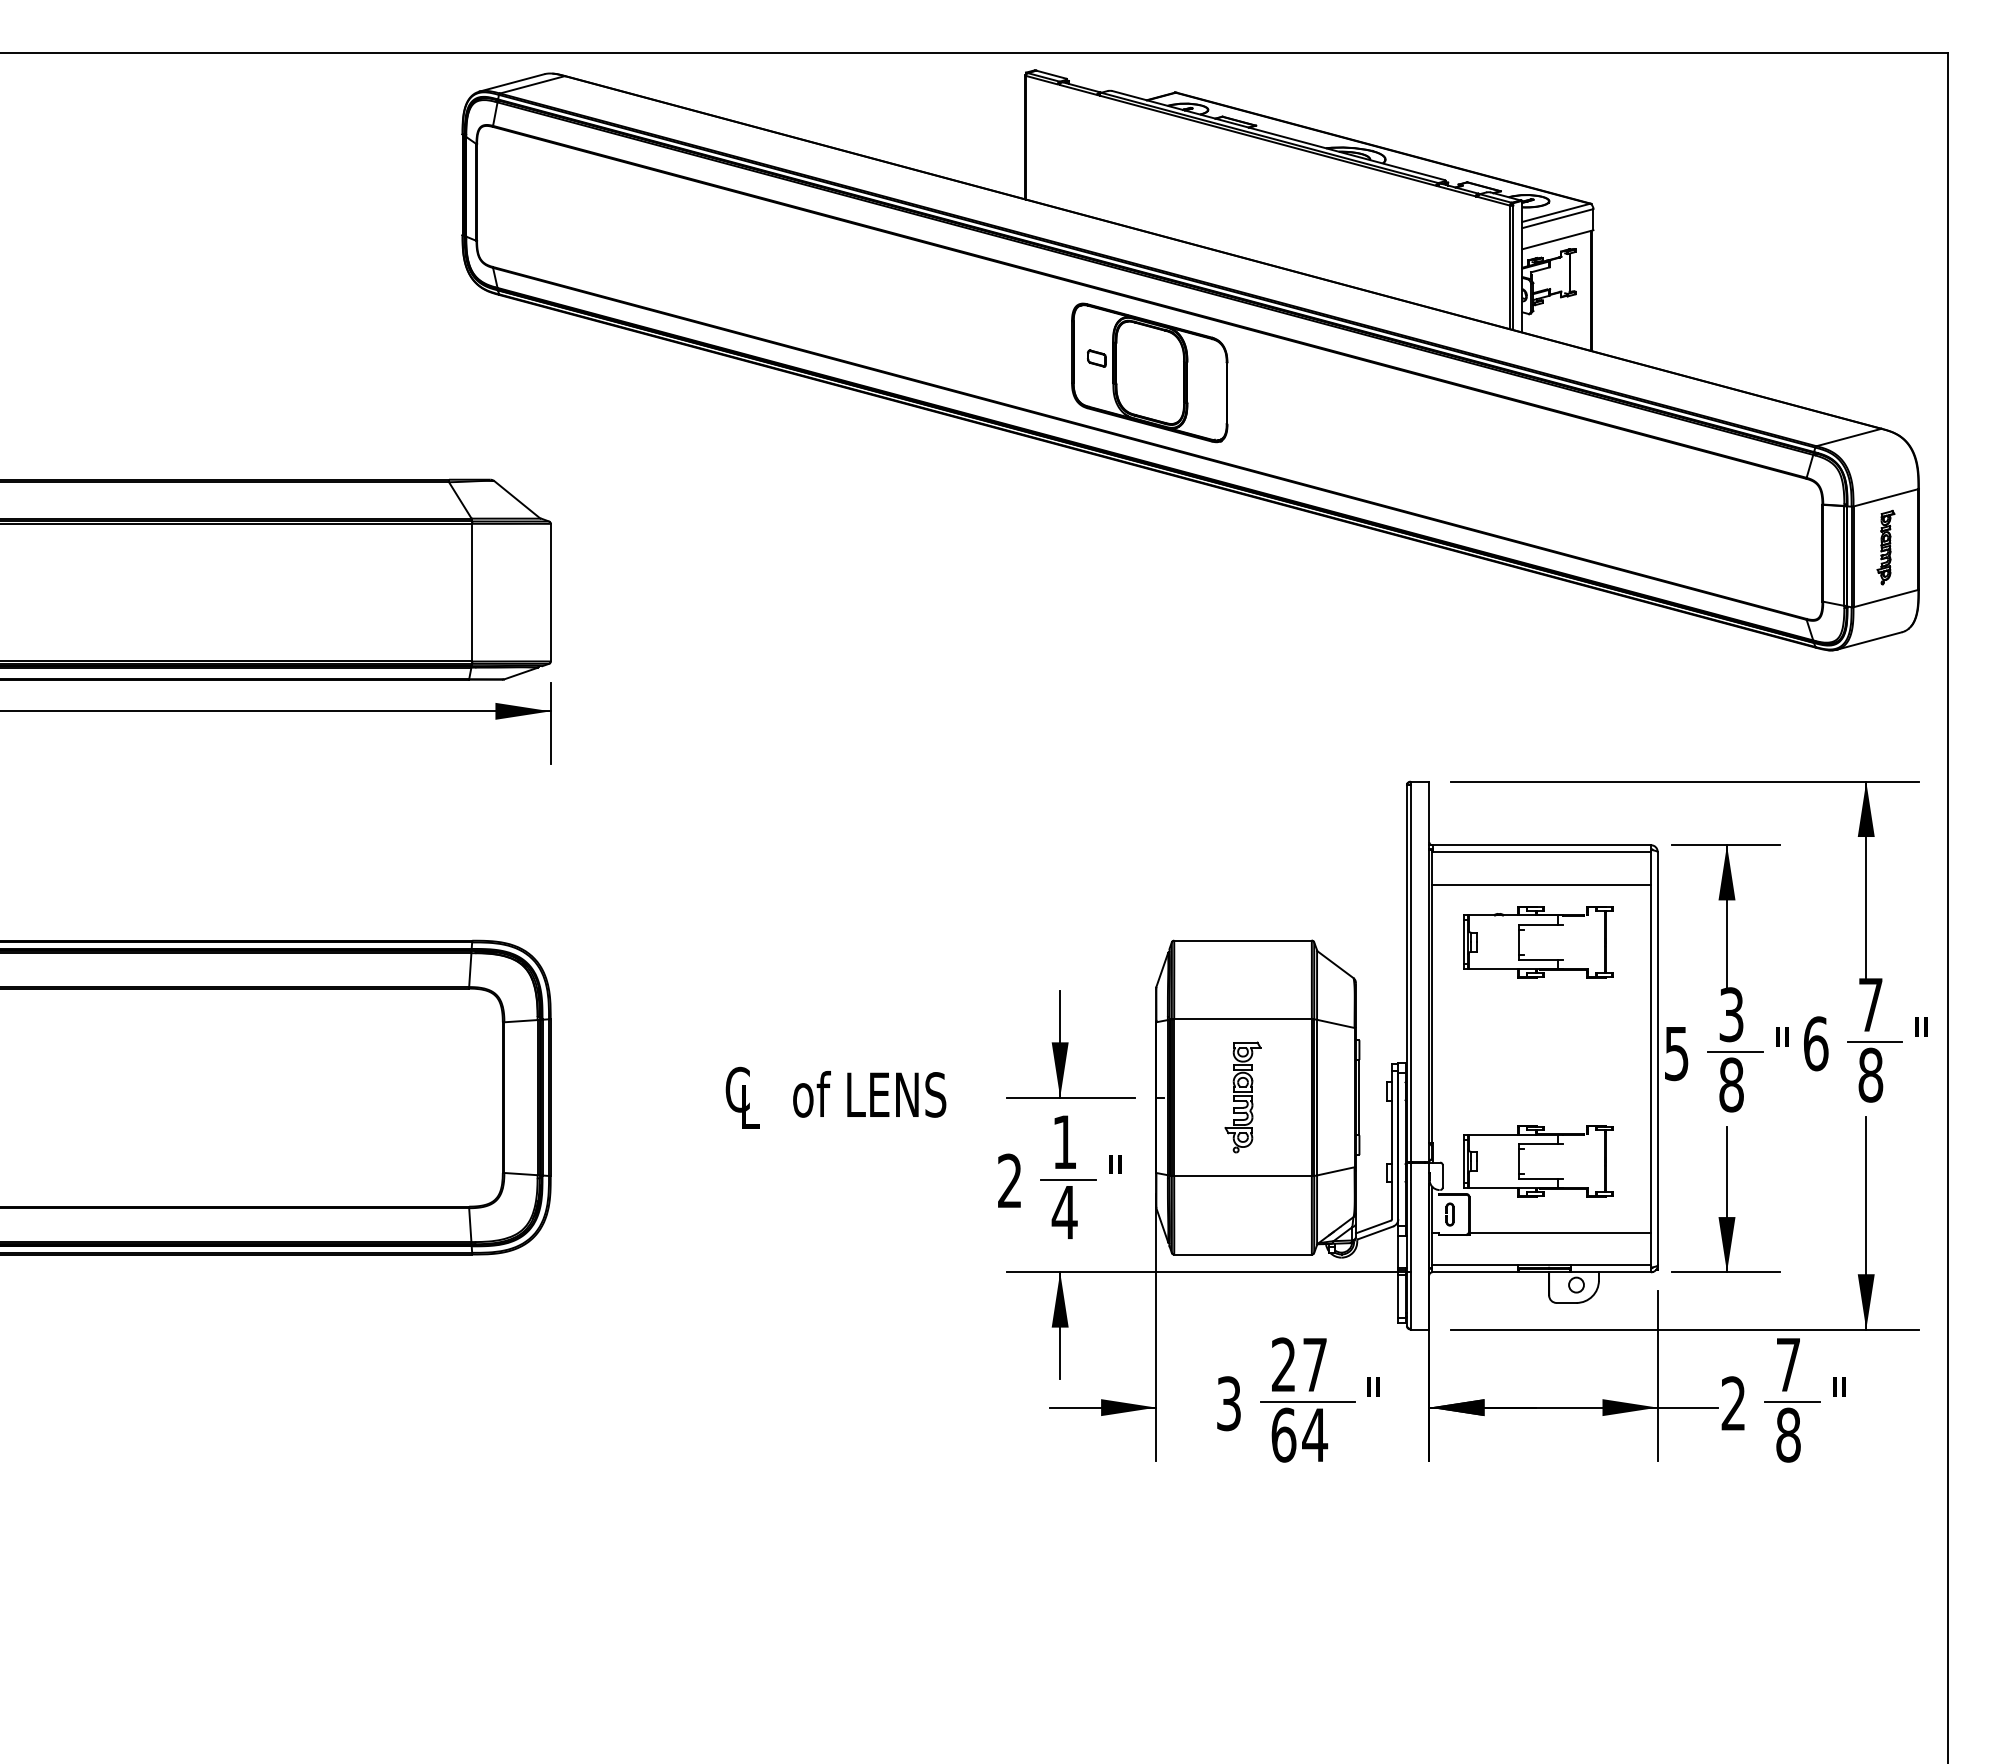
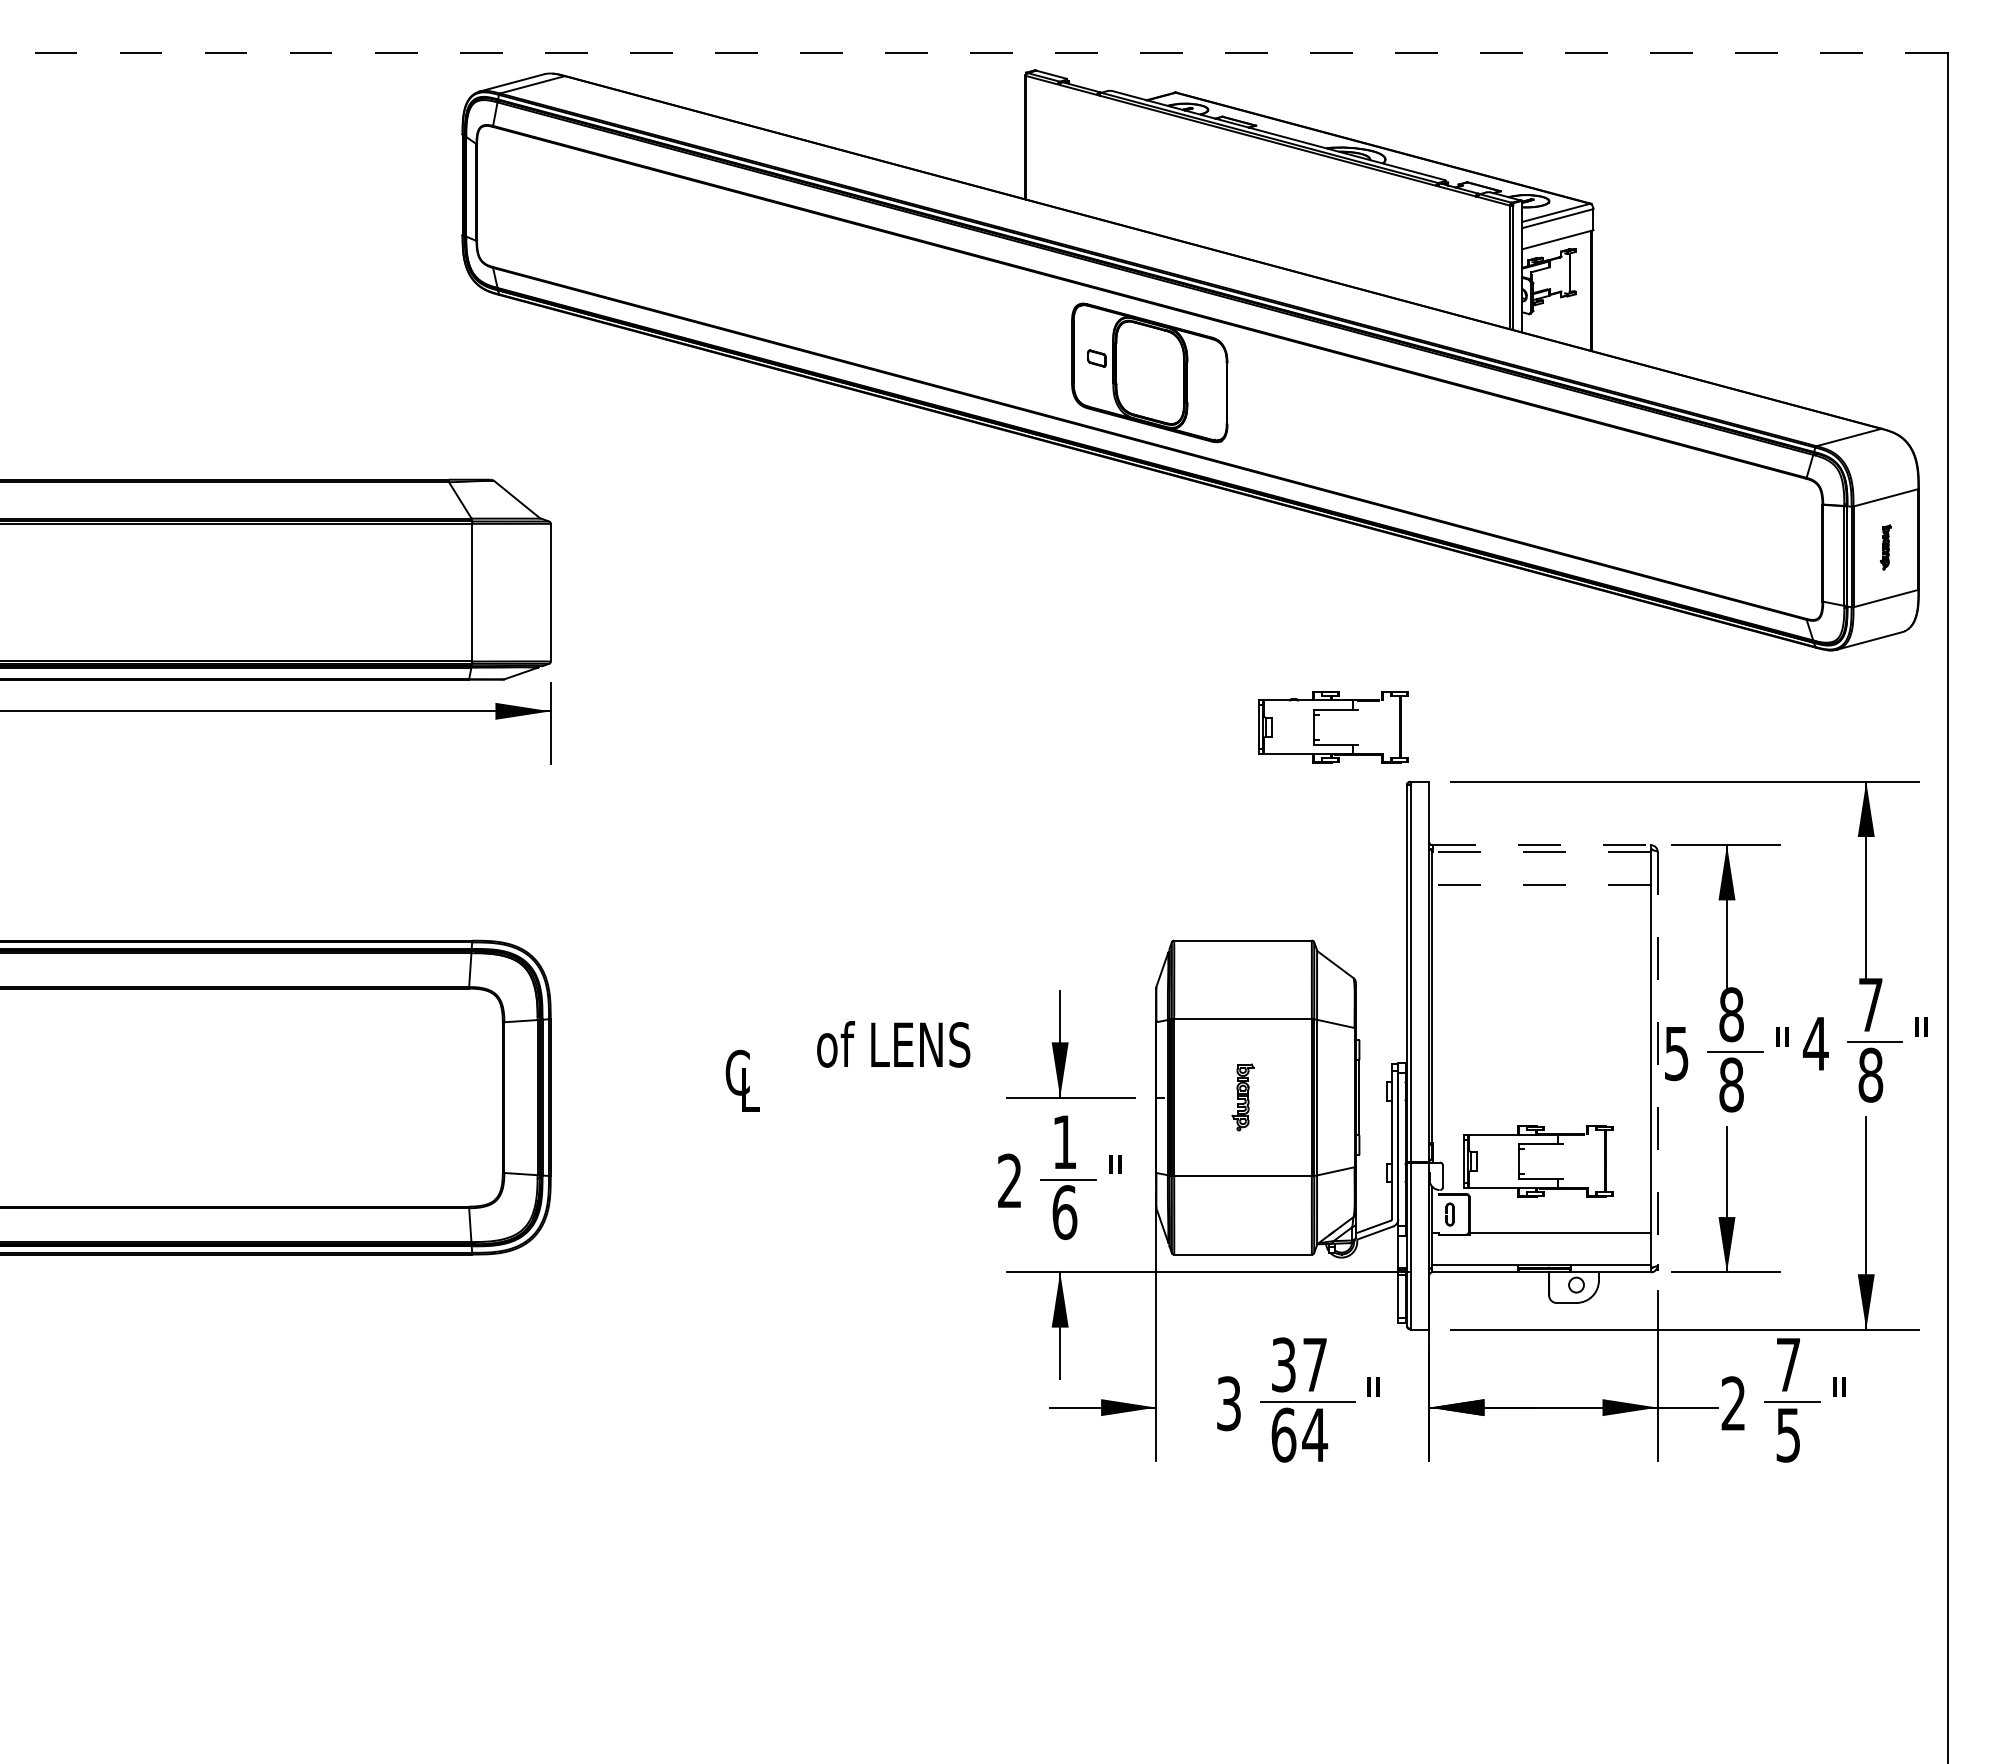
line at (973, 52): solid -> dashed
part at (1885, 547) size: 20x77 px -> 13x47 px
line at (1541, 845): solid -> dashed
line at (1541, 852): solid -> dashed
line at (1541, 885): solid -> dashed
part at (1538, 925) position: (1538, 925) -> (1333, 710)
text at (1731, 1014): 3 -> 8
text at (1815, 1043): 6 -> 4
line at (1657, 1058): solid -> dashed
text at (869, 1094) position: (869, 1094) -> (893, 1044)
text at (742, 1097) position: (742, 1097) -> (742, 1080)
part at (1242, 1097) size: 38x113 px -> 24x69 px
text at (1064, 1212): 4 -> 6
text at (1283, 1364): 27 -> 37
text at (1788, 1434): 8 -> 5
